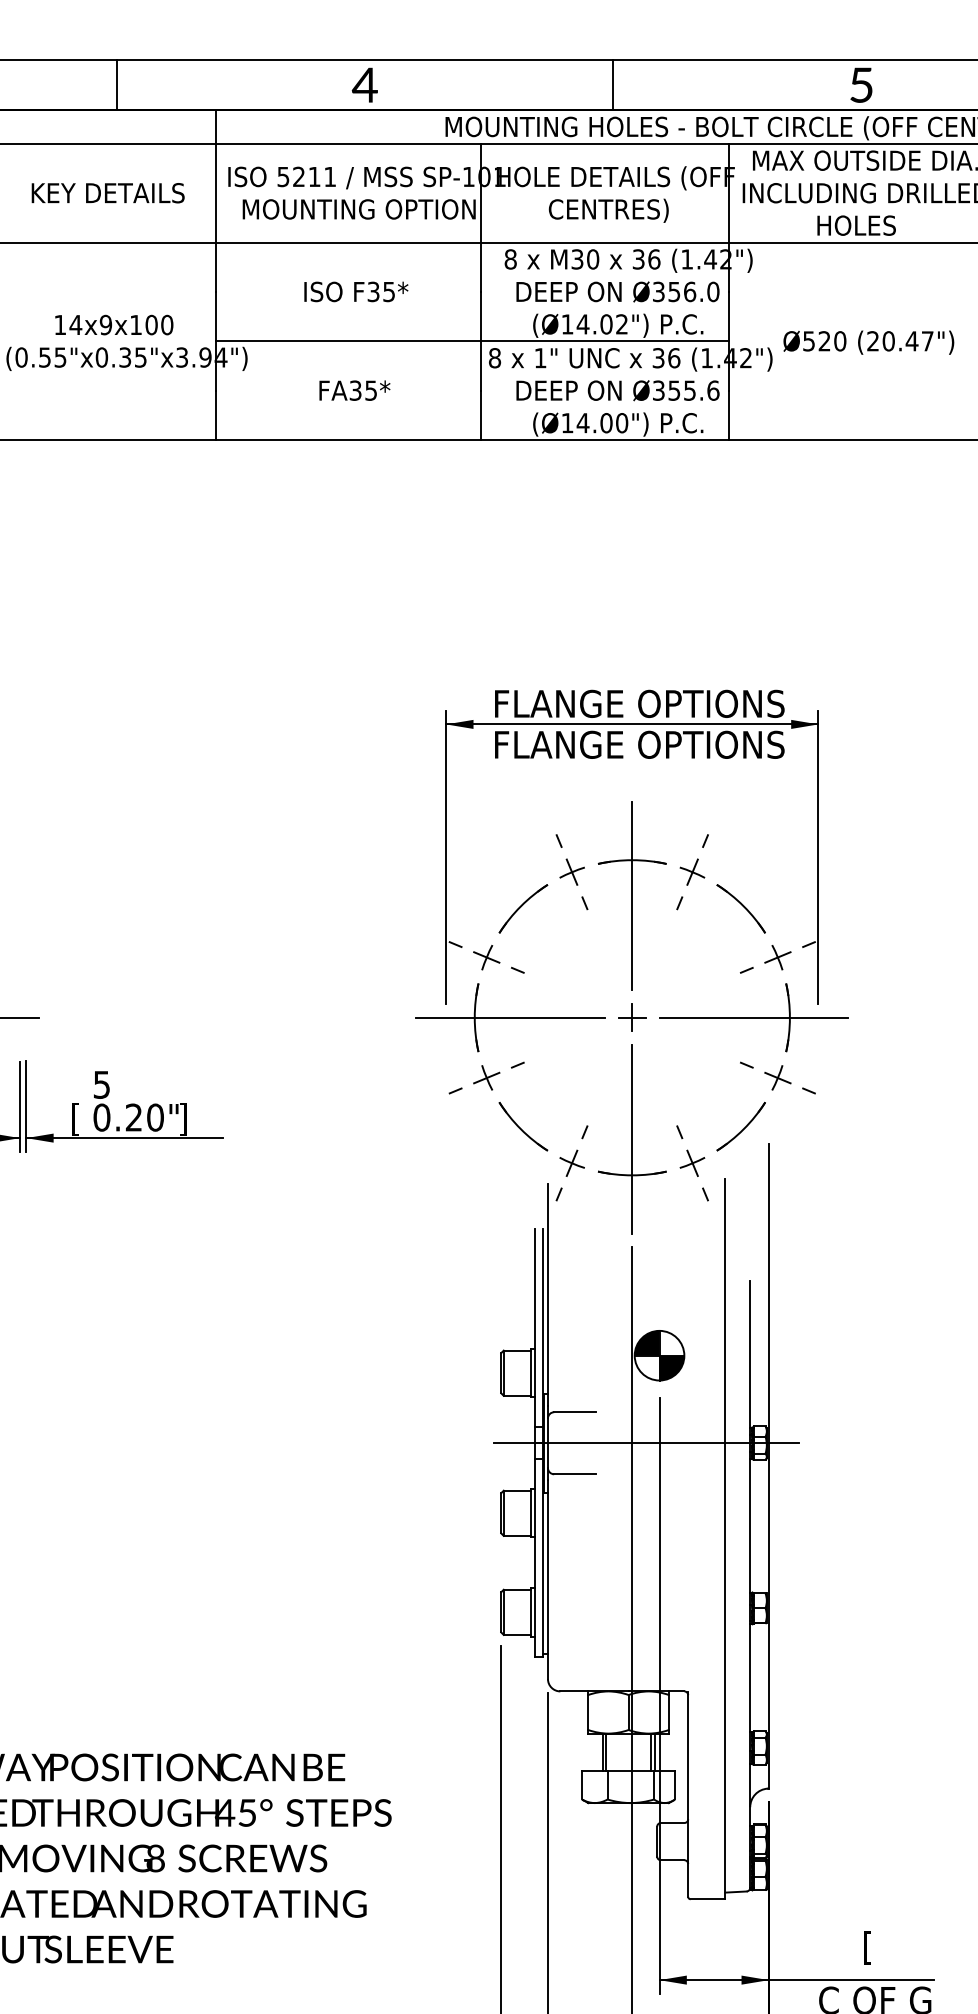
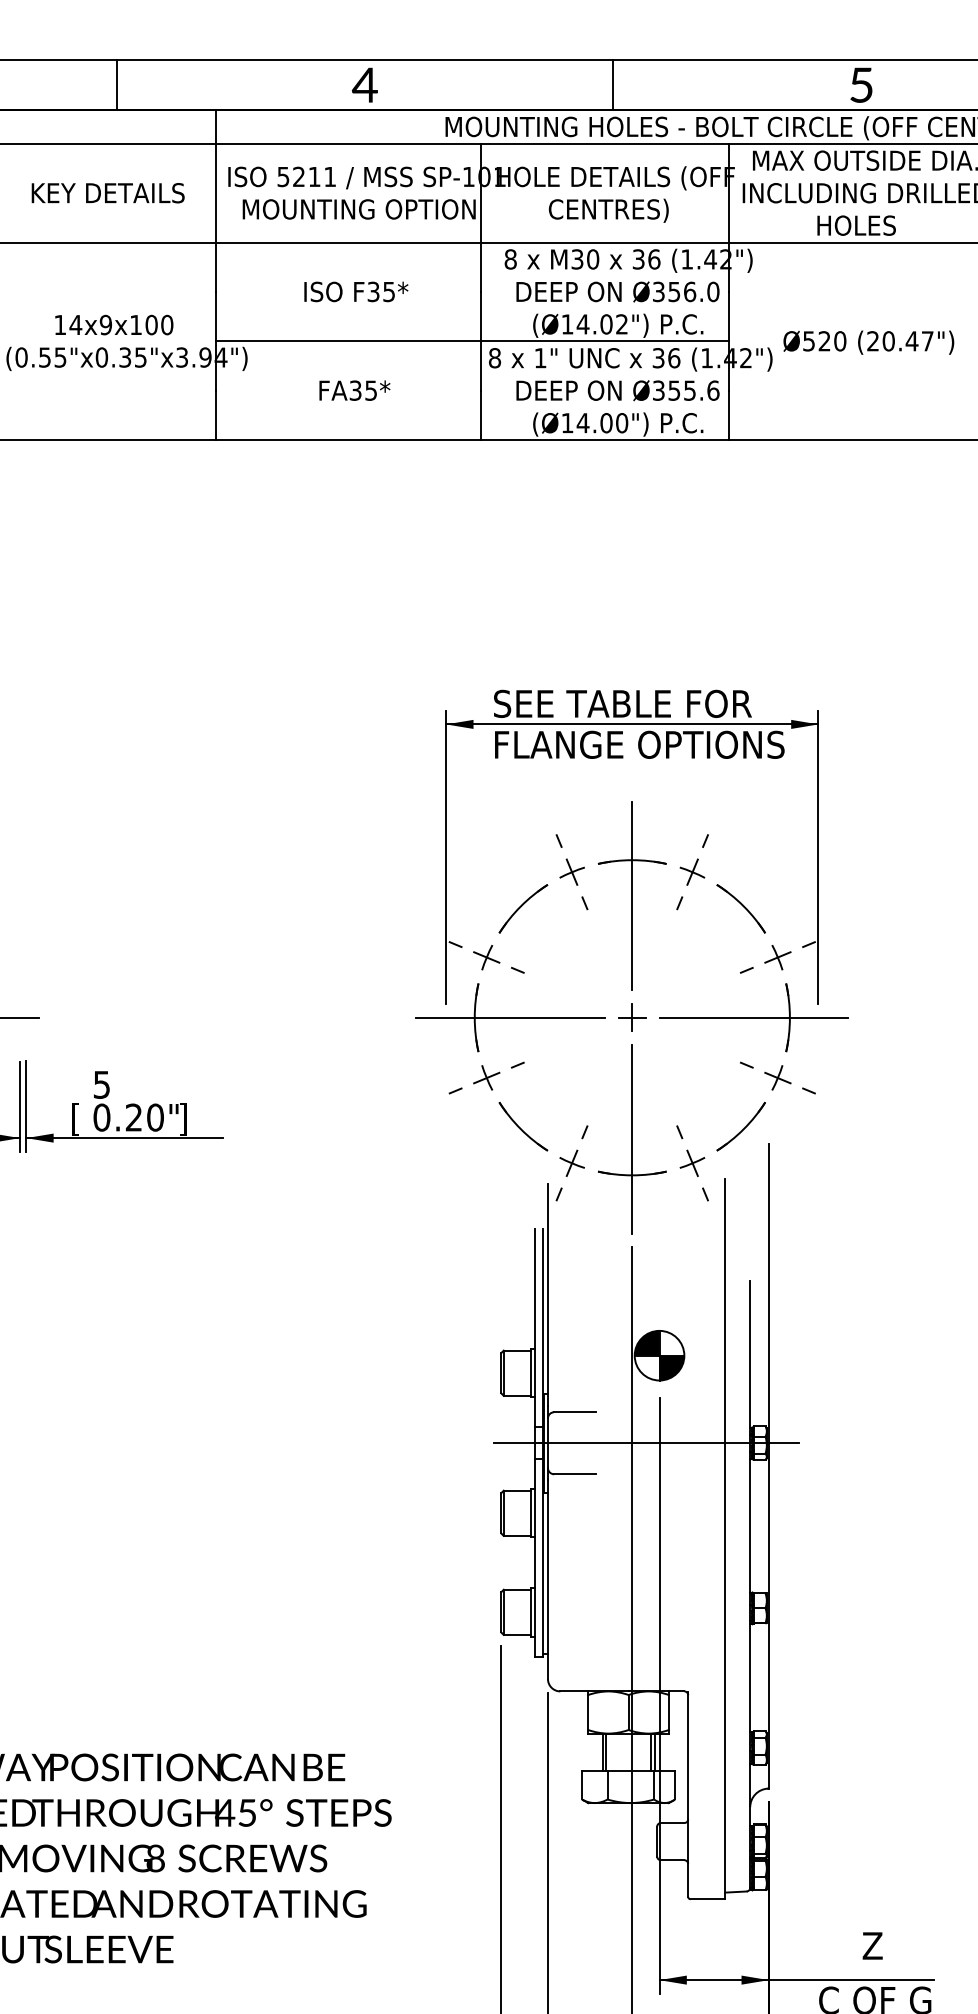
text at (639, 703): FLANGE OPTIONS -> SEE TABLE FOR
text at (872, 1947): [ -> Z
